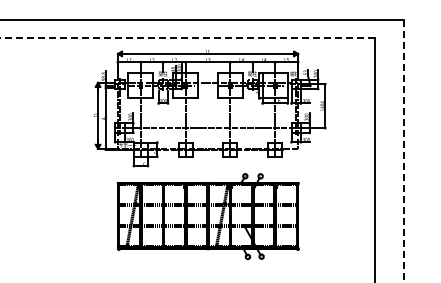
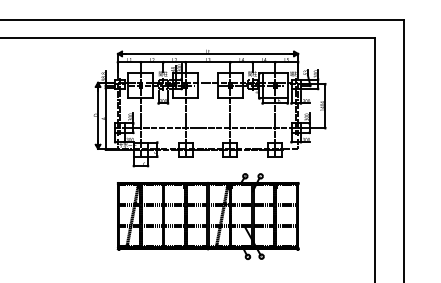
line at (187, 38): dashed -> solid
line at (403, 150): dashed -> solid
